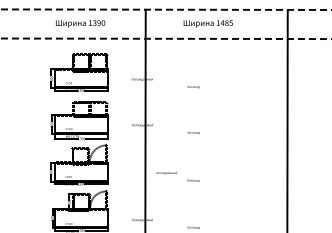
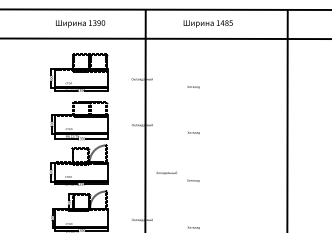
line at (166, 9): dashed -> solid
line at (166, 38): dashed -> solid
